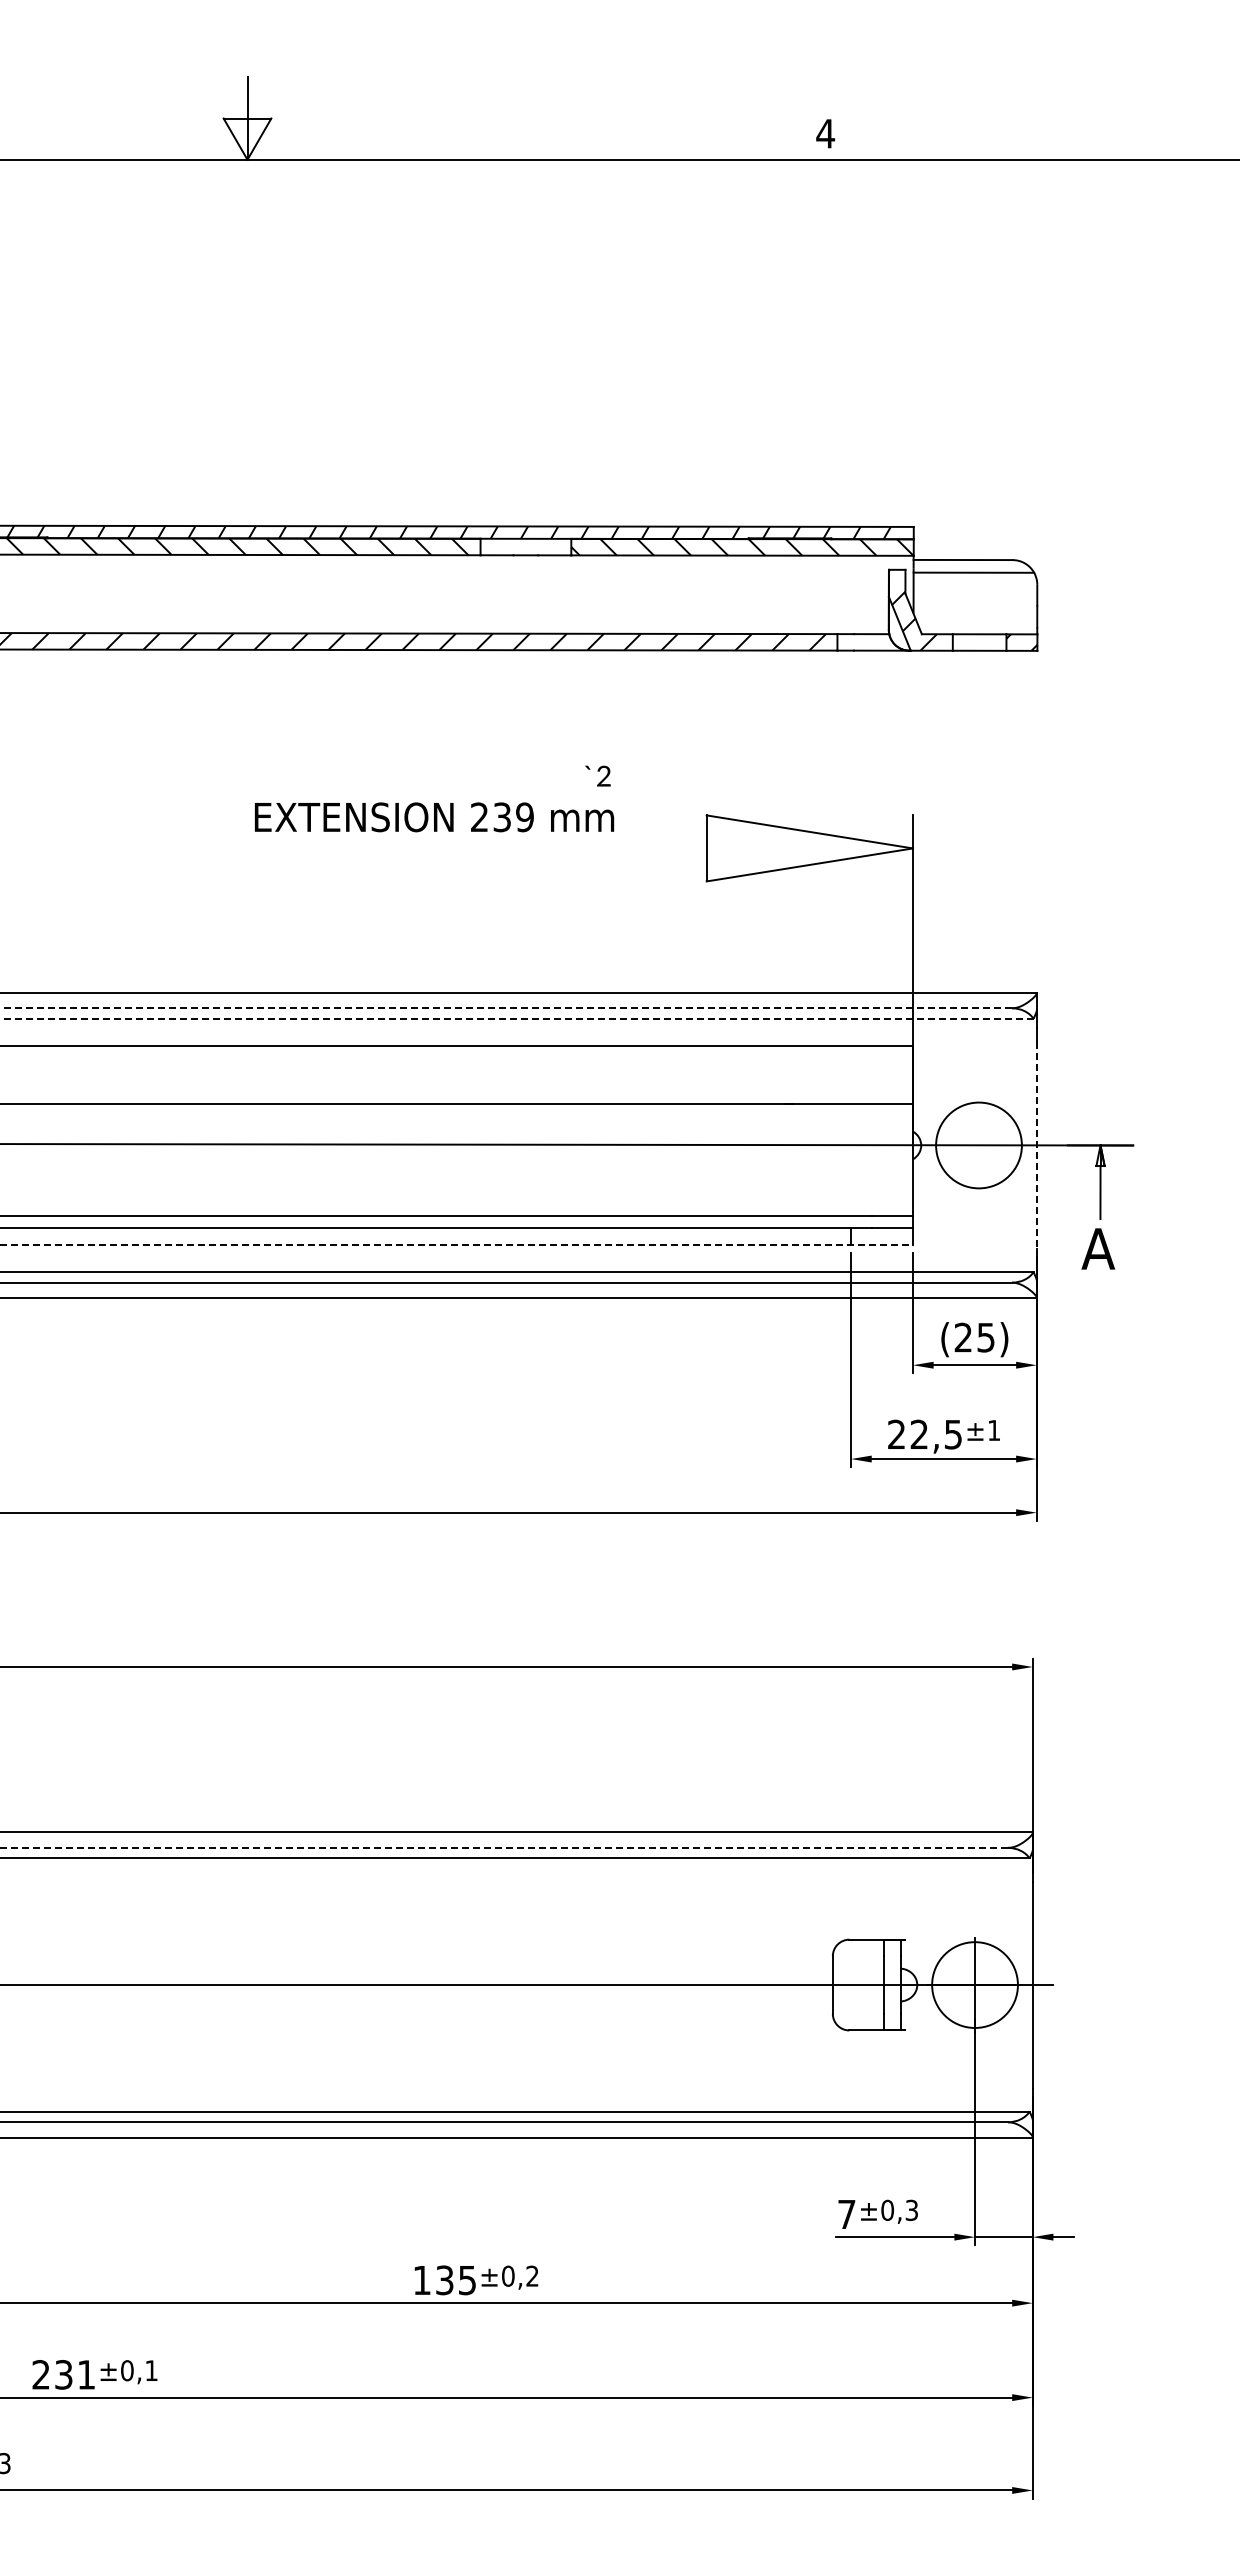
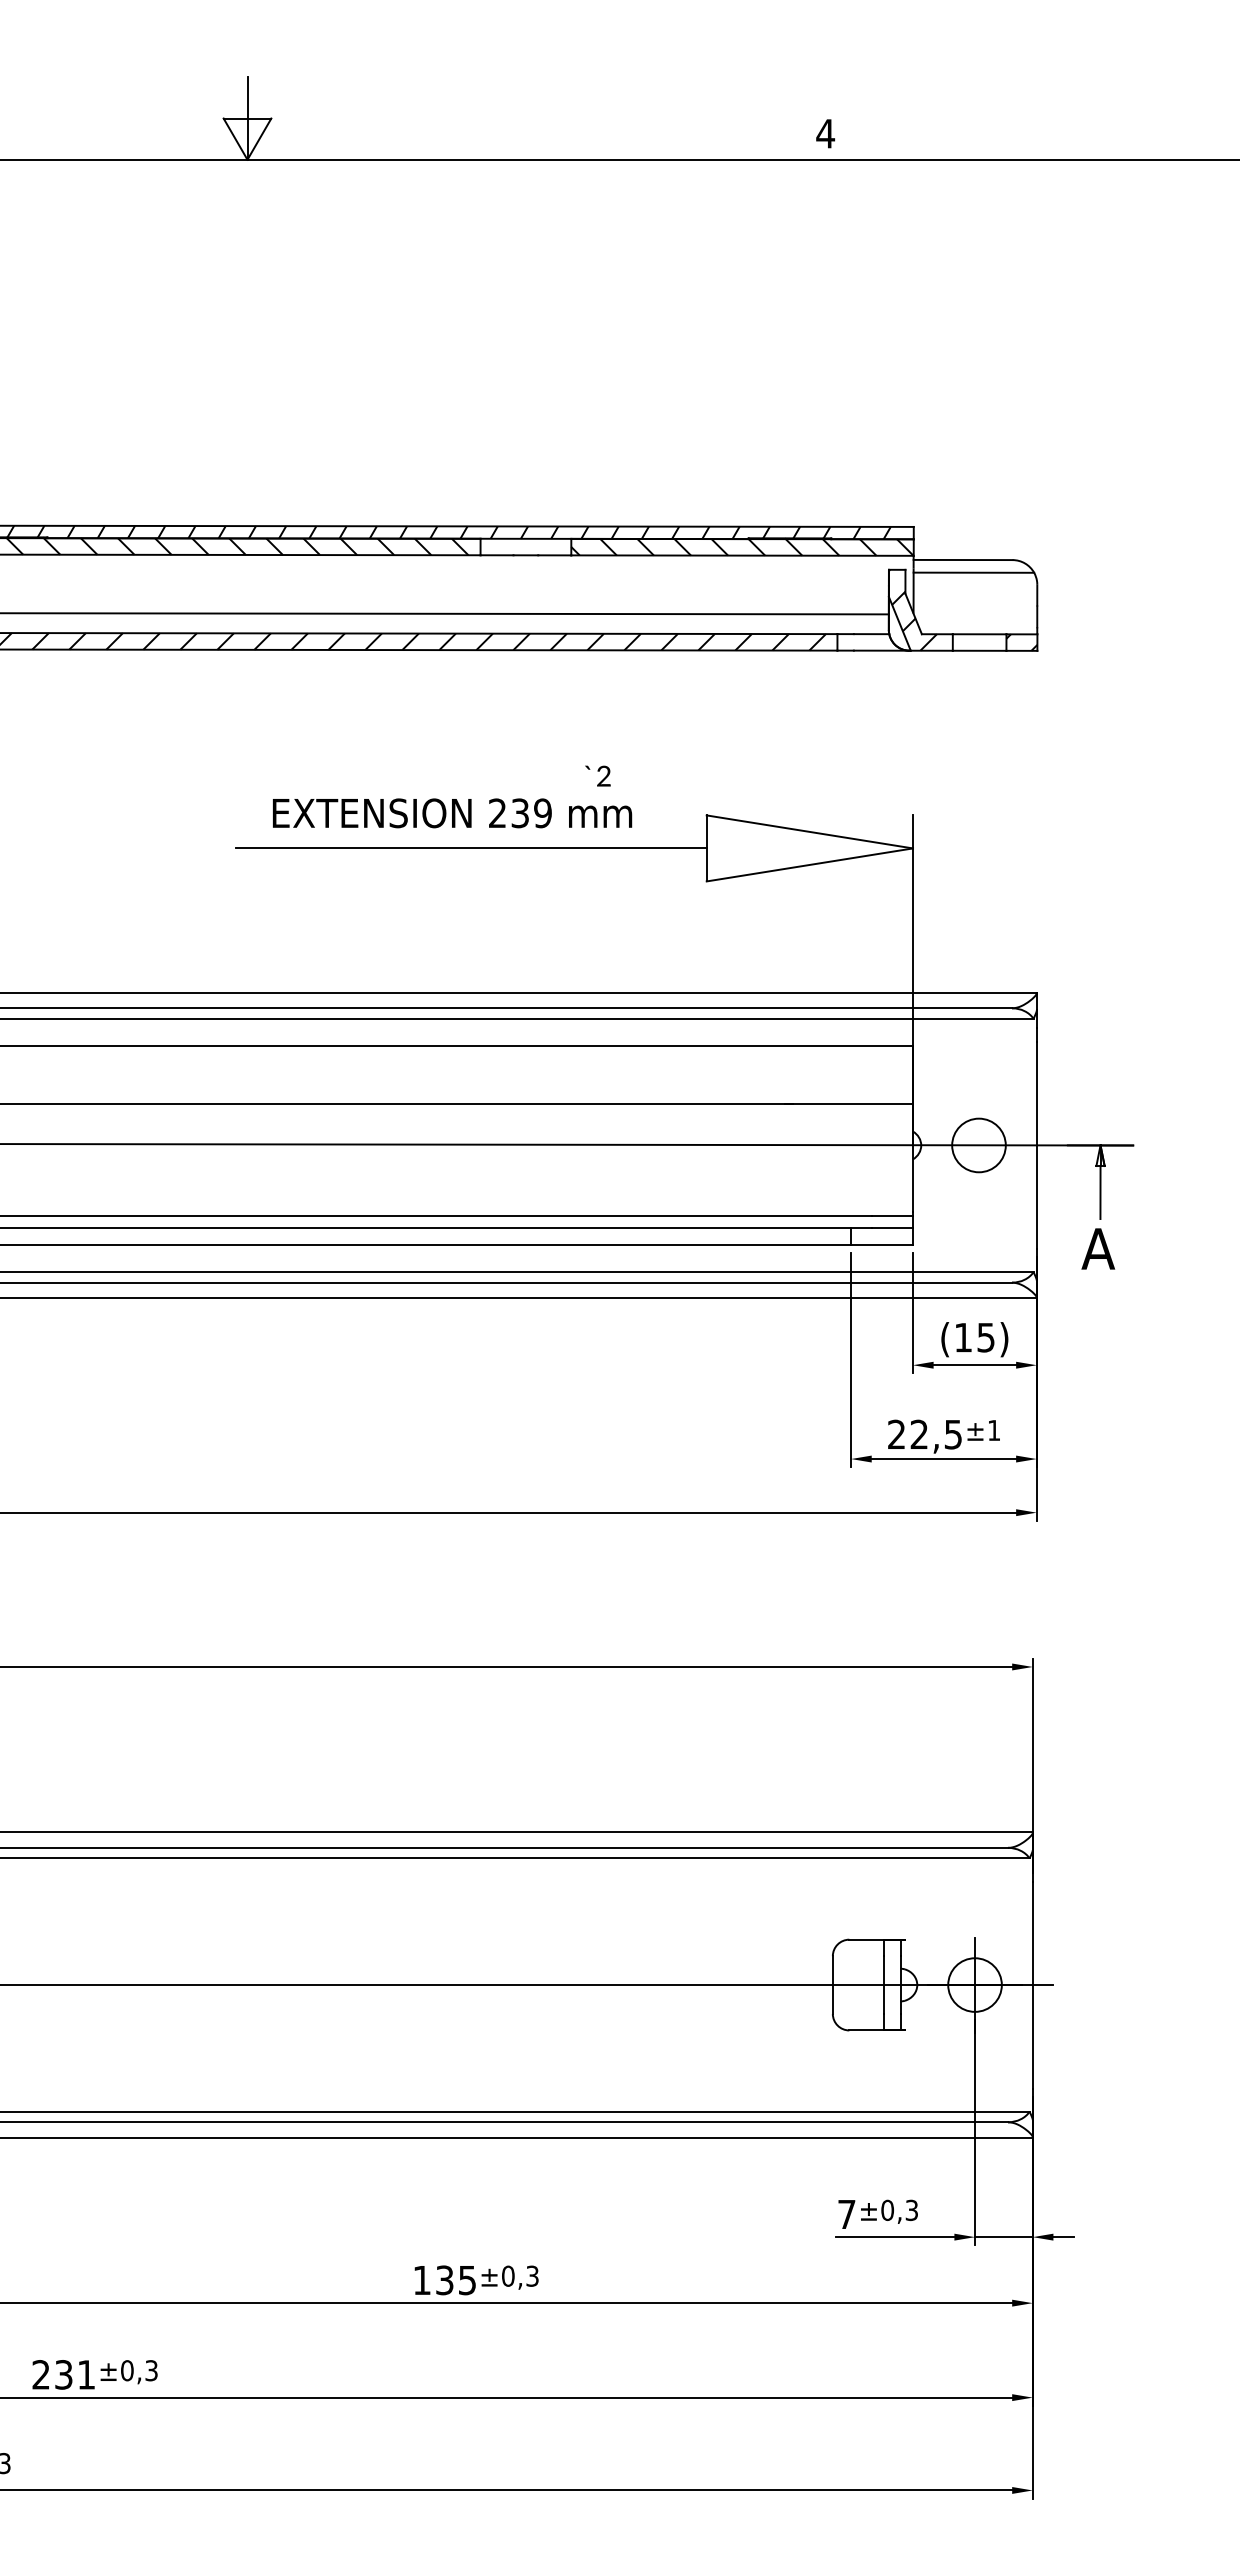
line at (445, 613): none -> present
text at (434, 817) position: (434, 817) -> (452, 813)
line at (471, 848): none -> present
line at (506, 1008): dashed -> solid
line at (516, 1018): dashed -> solid
circle at (978, 1145) diameter: 86 px -> 54 px
line at (1036, 1145): dashed -> solid
line at (457, 1244): dashed -> solid
text at (962, 1337): (25) -> (15)
line at (504, 1847): dashed -> solid
circle at (974, 1984) diameter: 86 px -> 54 px
text at (532, 2276): ±0,2 -> ±0,3
text at (151, 2370): ±0,1 -> ±0,3
